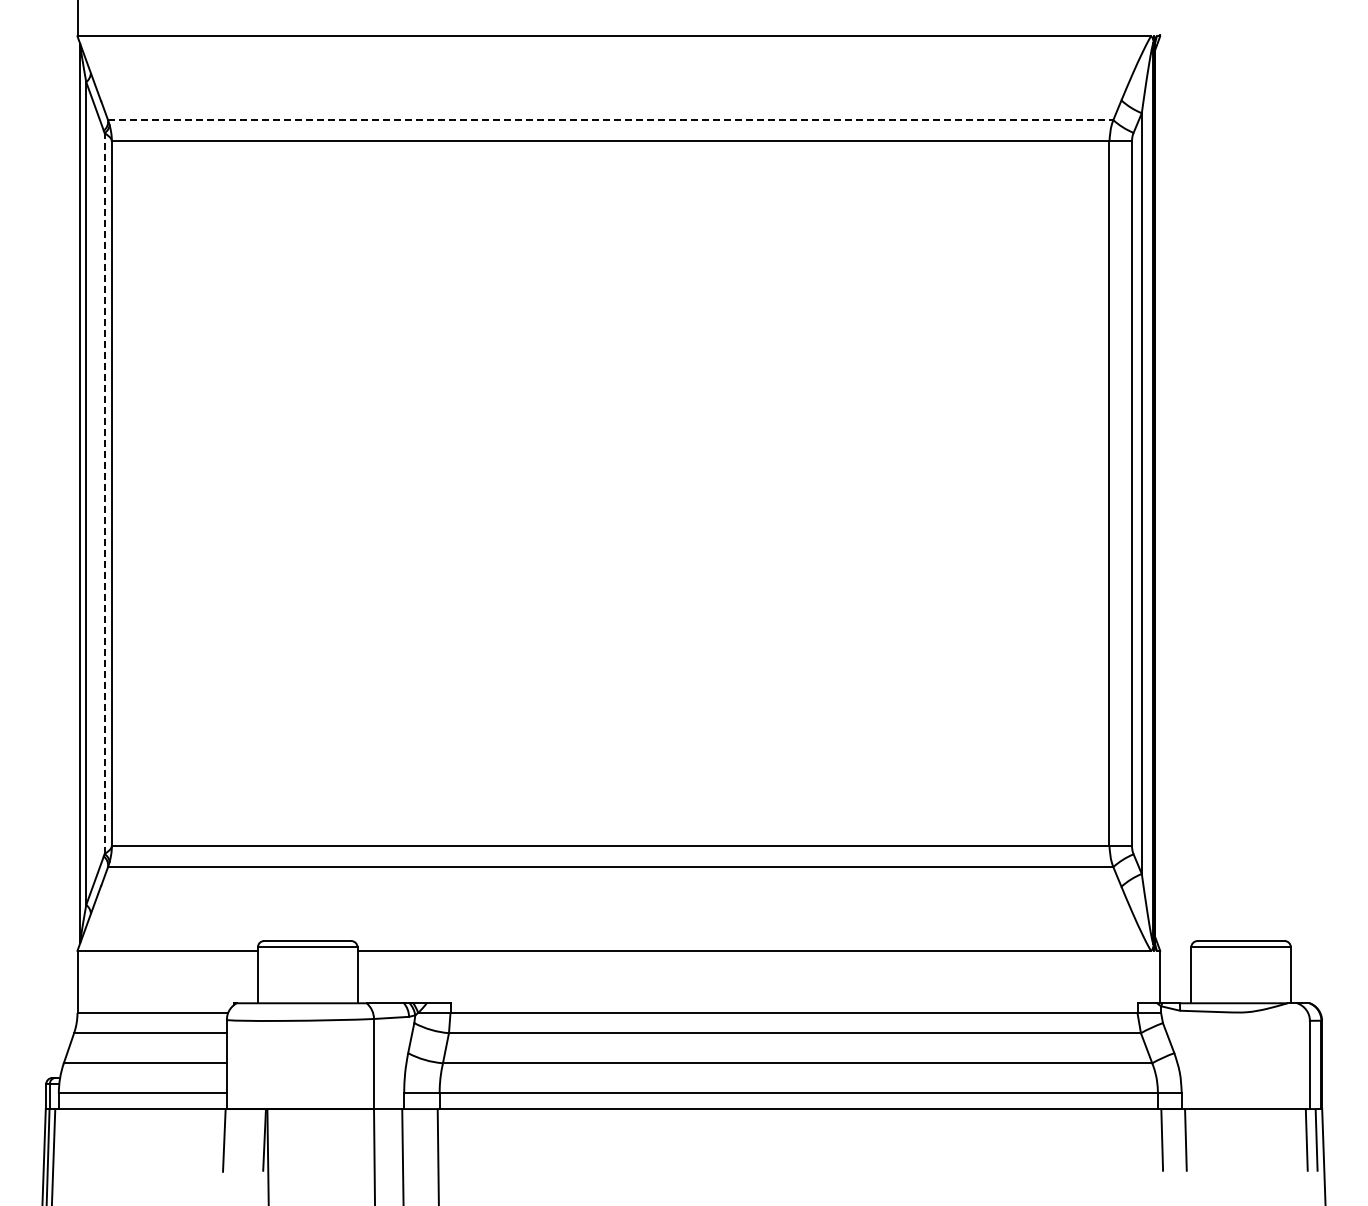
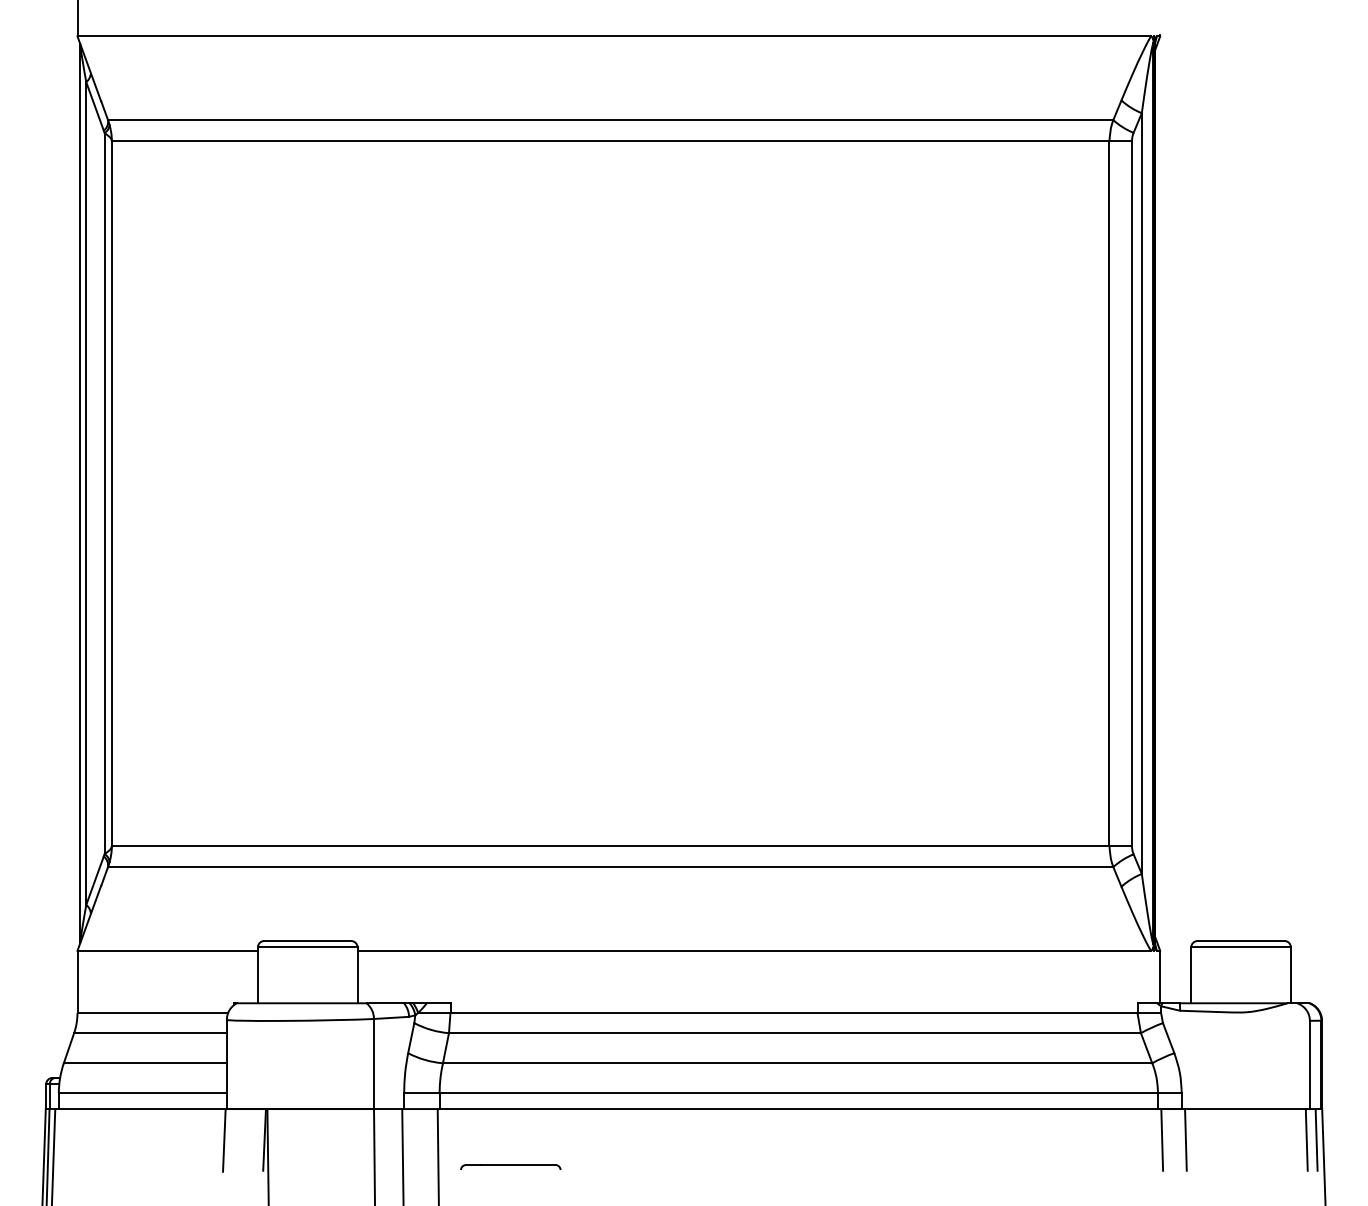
line at (610, 120): dashed -> solid
line at (104, 493): dashed -> solid
part at (510, 1166): none -> present
